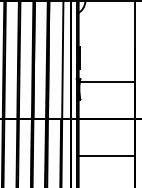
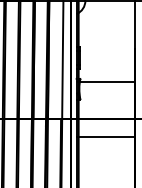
line at (105, 155) position: (105, 155) -> (105, 136)
